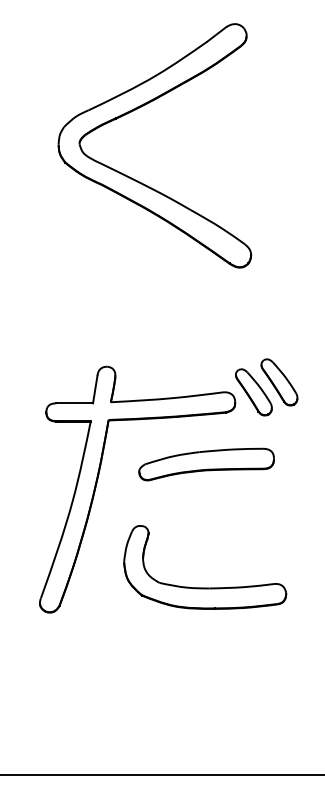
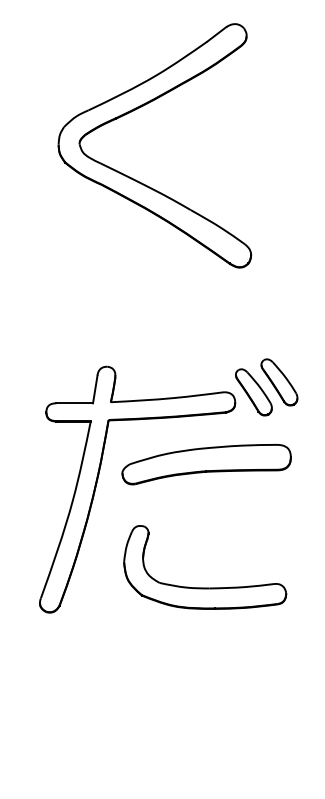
part at (206, 464) size: 137x35 px -> 171x42 px
line at (161, 775): present -> none
